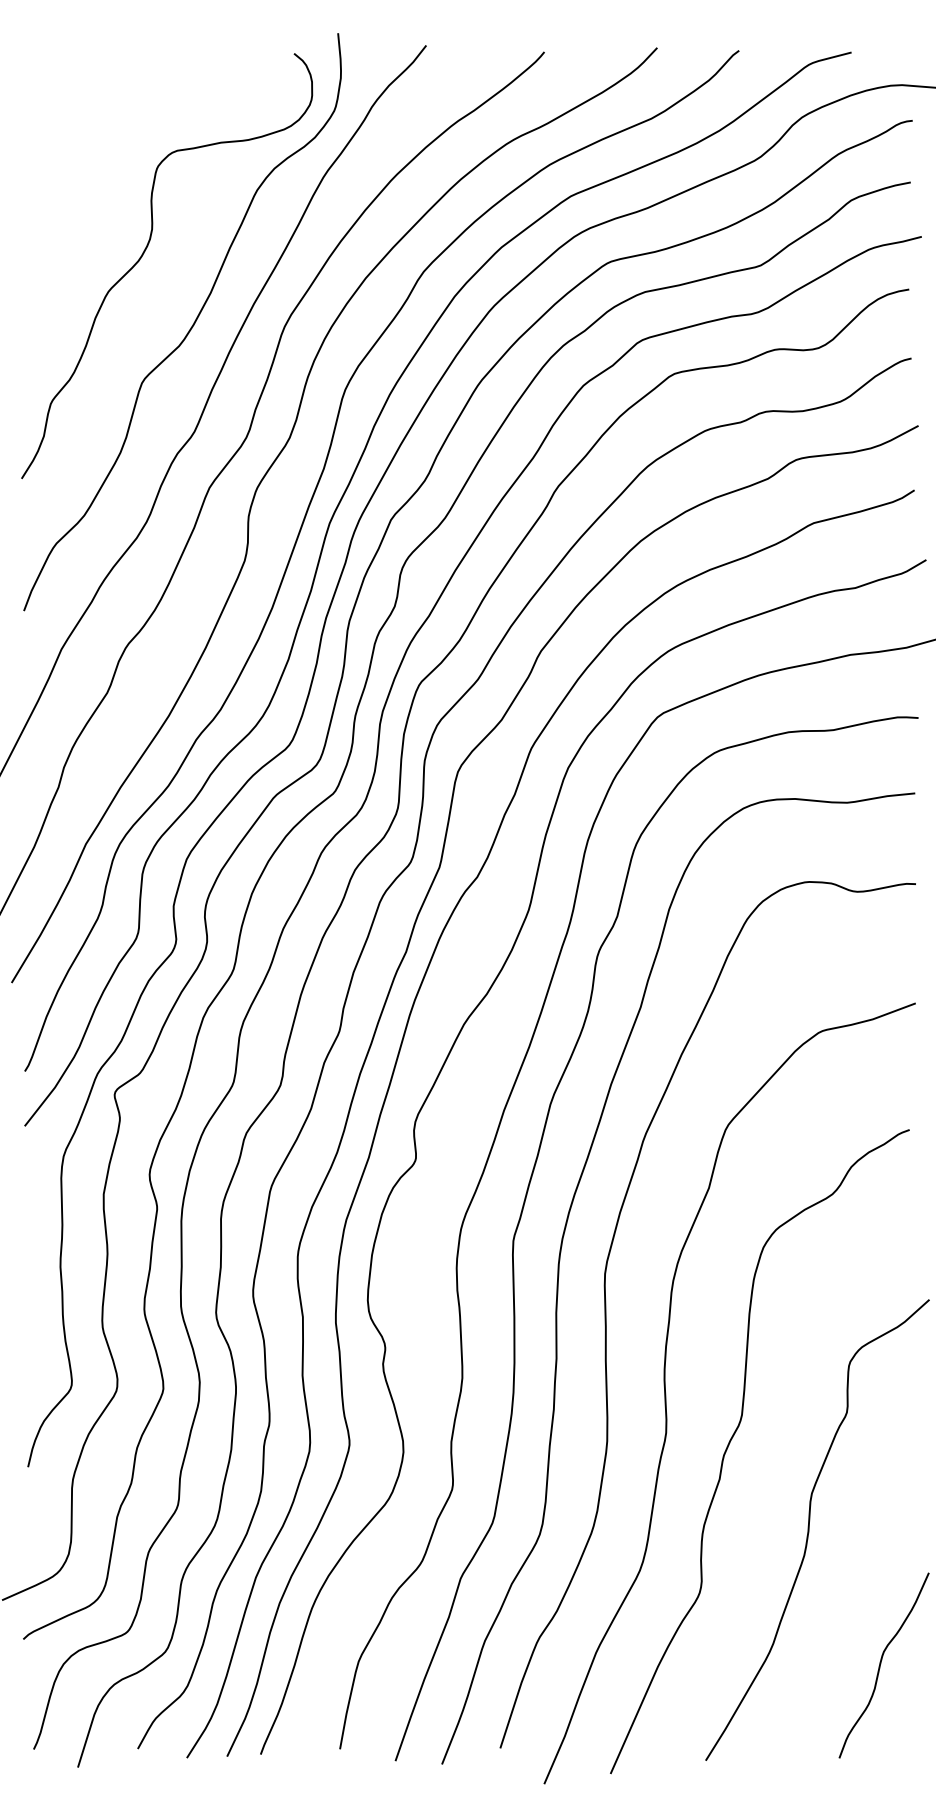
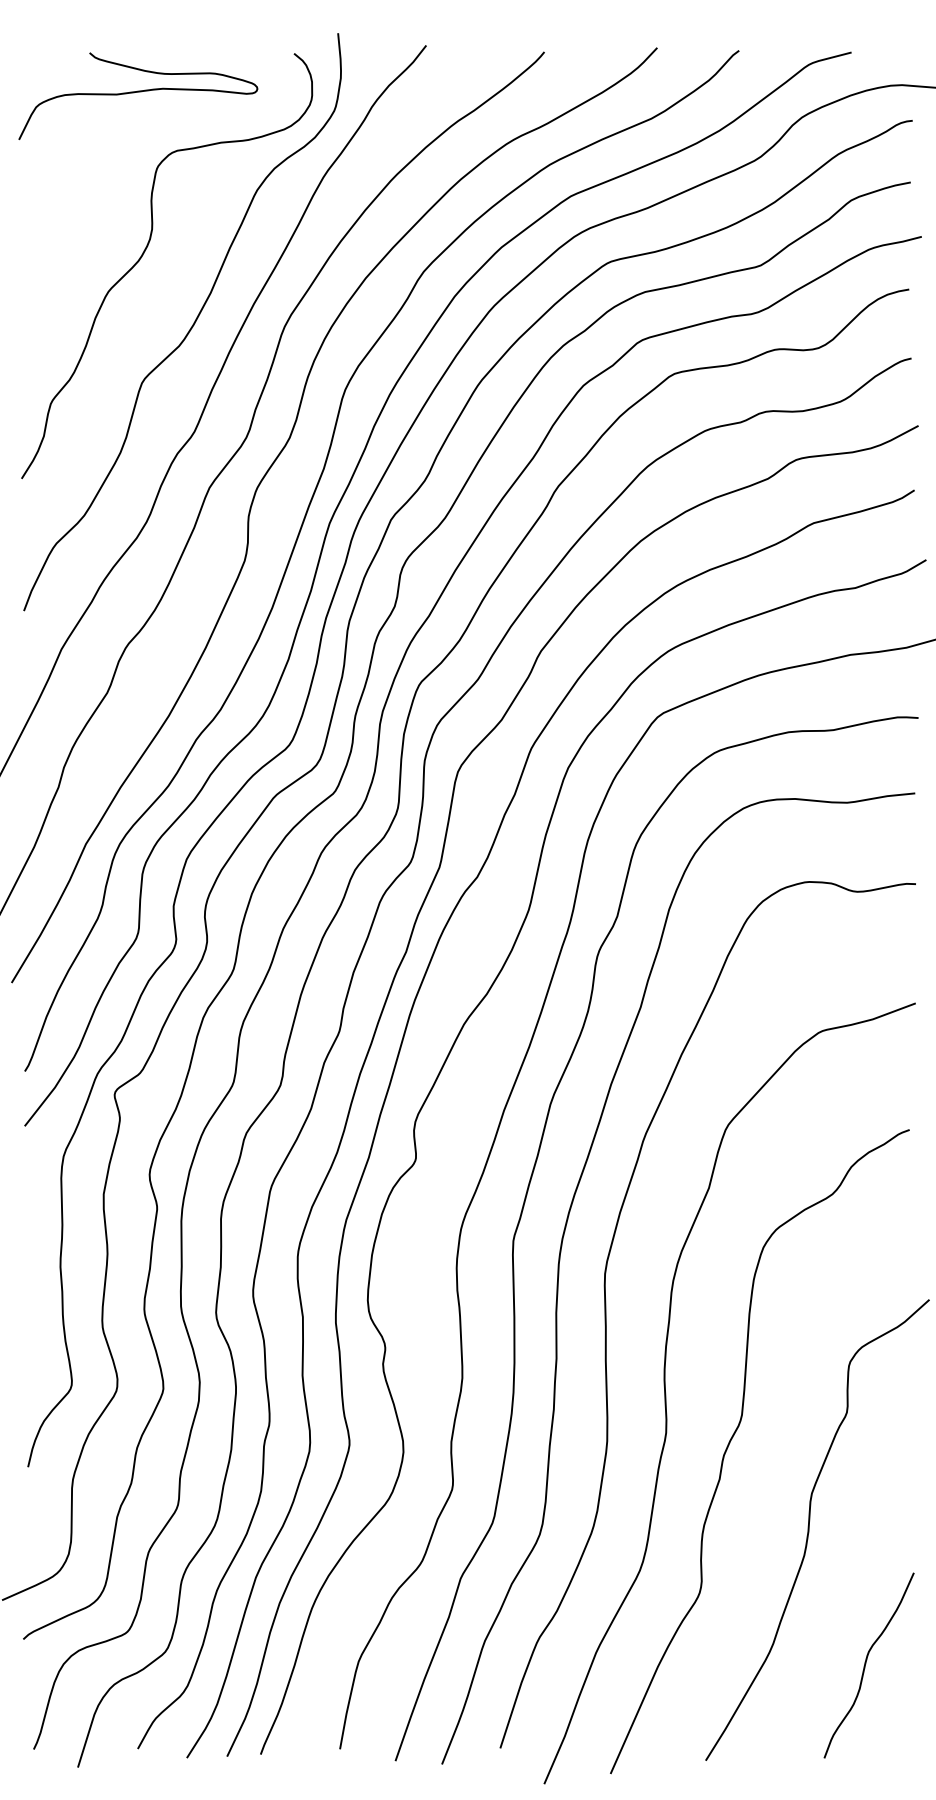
curve at (138, 92): none -> present
curve at (881, 1664) position: (881, 1664) -> (866, 1664)
